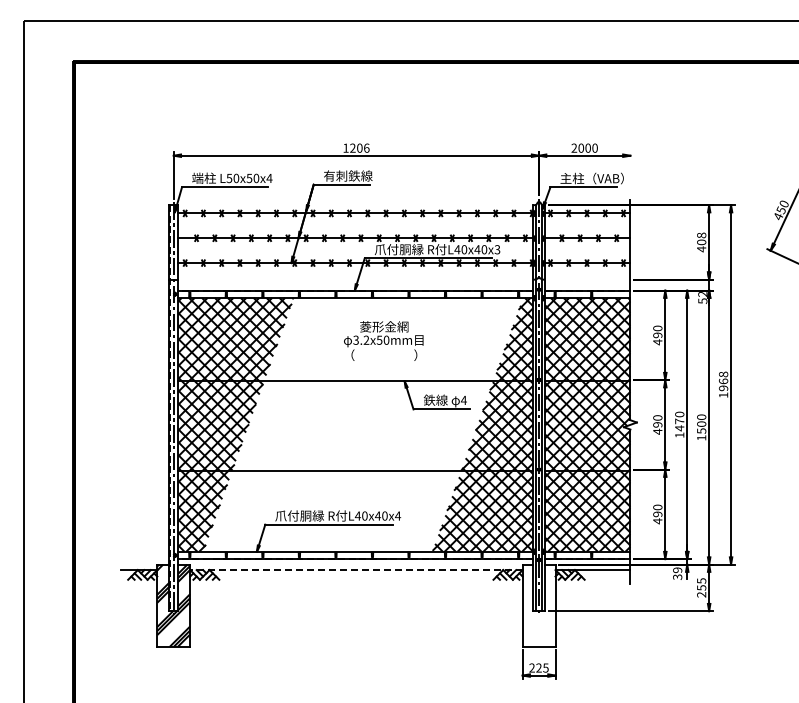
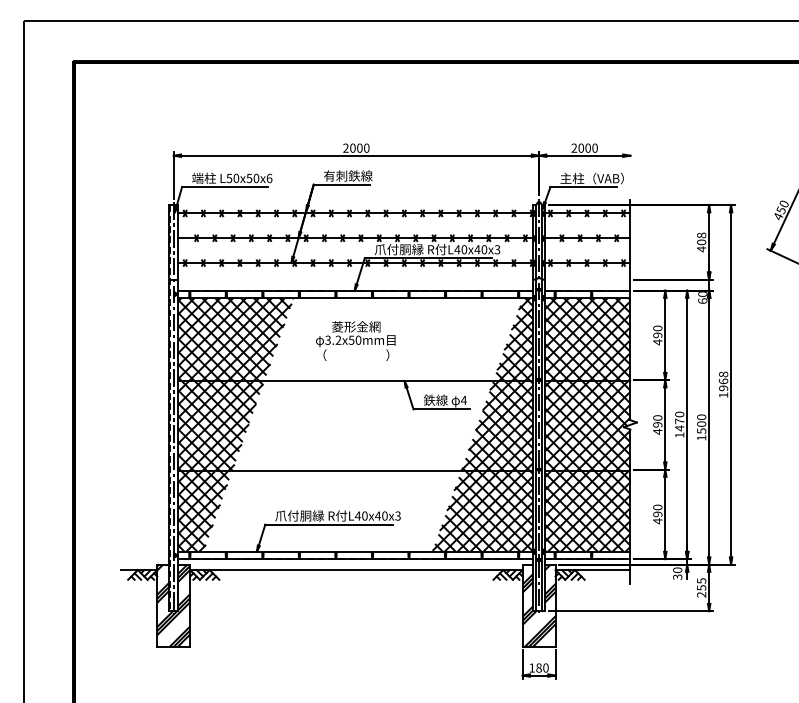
text at (356, 147): 1206 -> 2000
text at (269, 178): L50x50x4 -> L50x50x6
text at (702, 297): 52 -> 60
text at (383, 340) position: (383, 340) -> (355, 340)
text at (398, 515): L40x40x4 -> L40x40x3
line at (355, 570): dashed -> solid
text at (677, 570): 39 -> 30
hatch at (538, 605): none -> present
text at (538, 667): 225 -> 180
